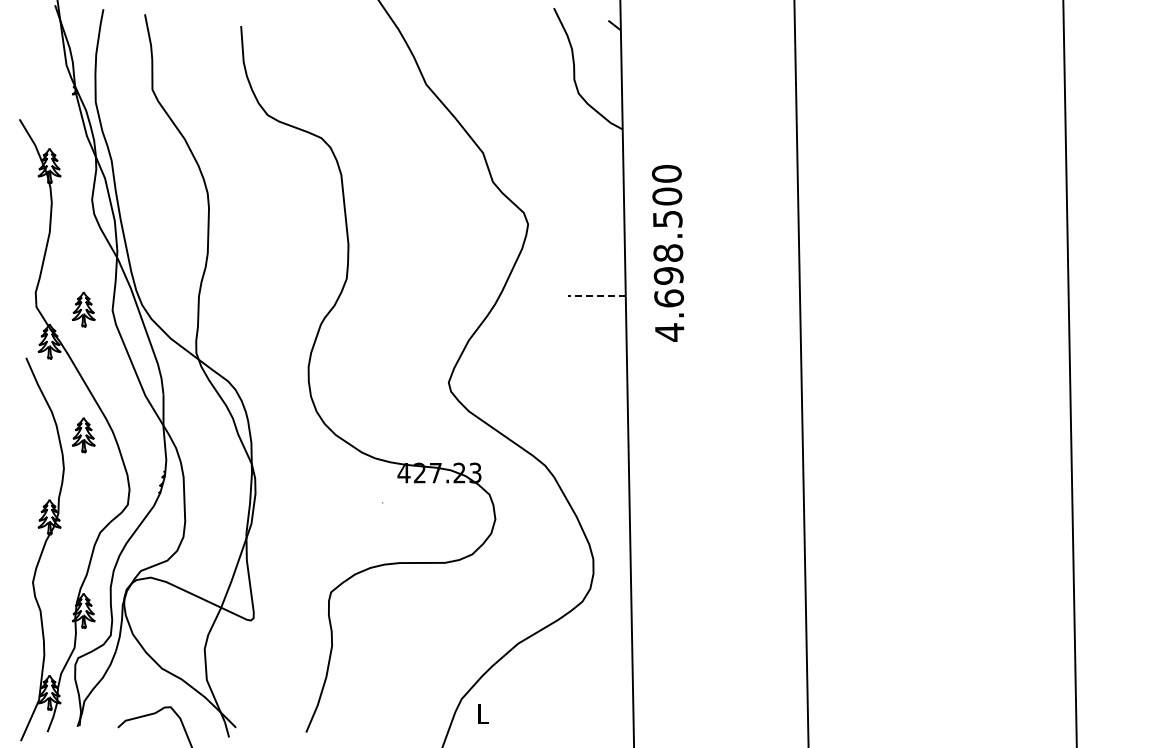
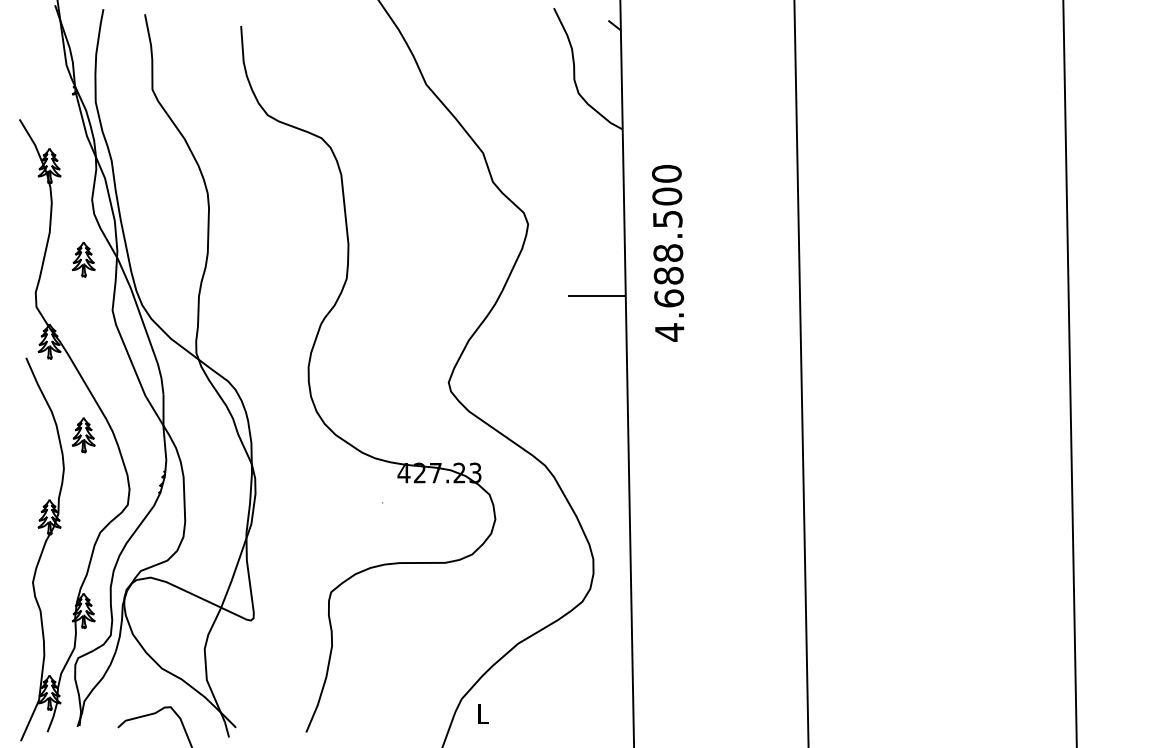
text at (668, 275): 4.698.500 -> 4.688.500
line at (596, 295): dashed -> solid
part at (83, 309) position: (83, 309) -> (83, 259)
